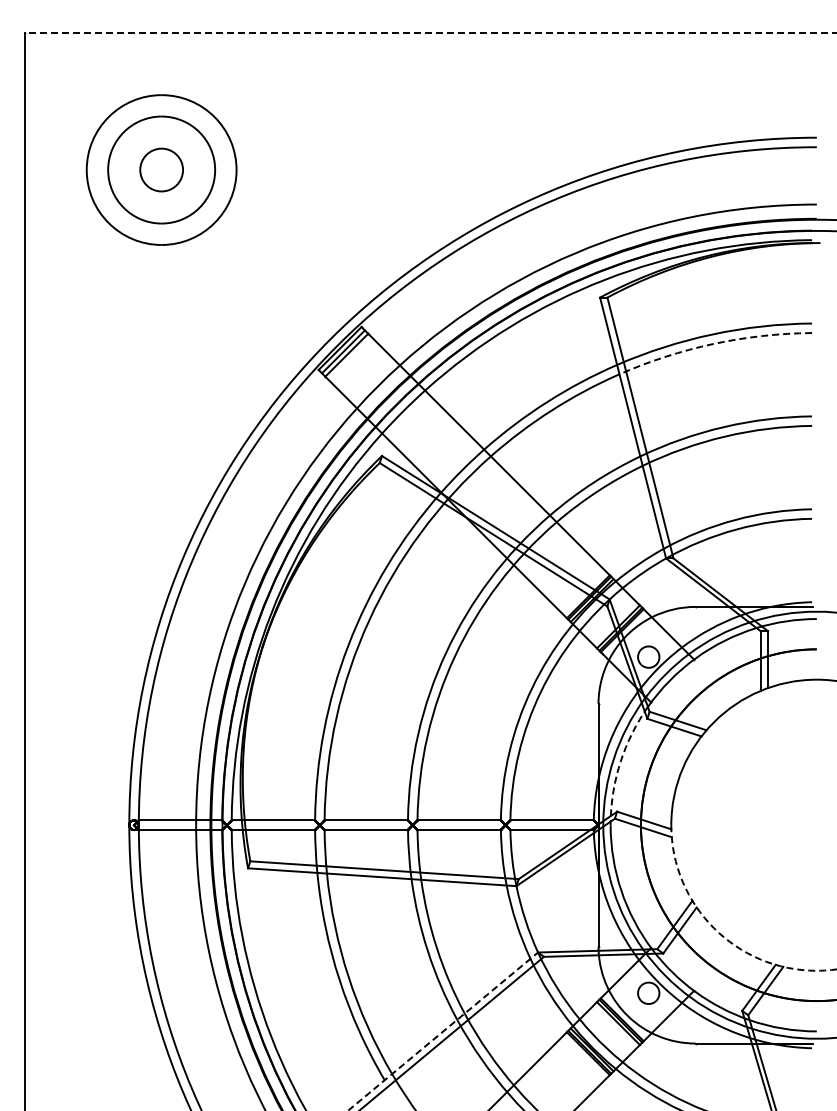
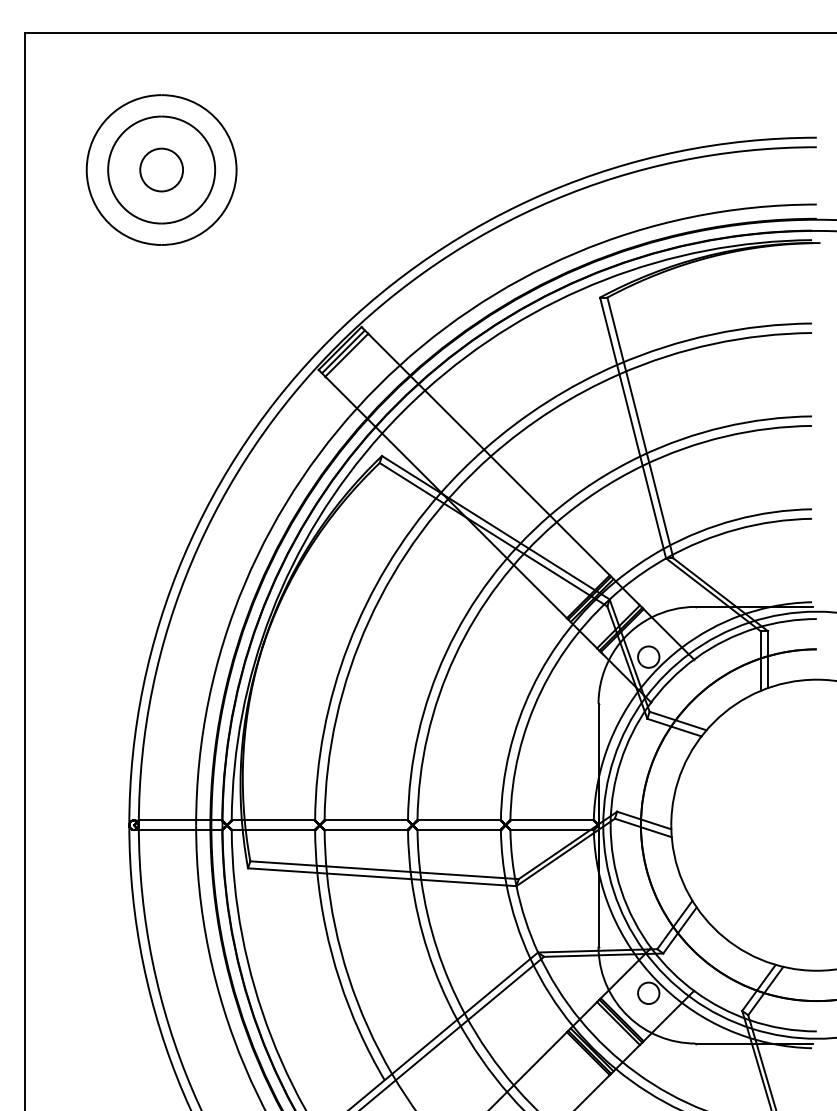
line at (430, 33): dashed -> solid
arc at (713, 343): dashed -> solid
arc at (620, 761): dashed -> solid
arc at (721, 935): dashed -> solid
line at (443, 1031): dashed -> solid
